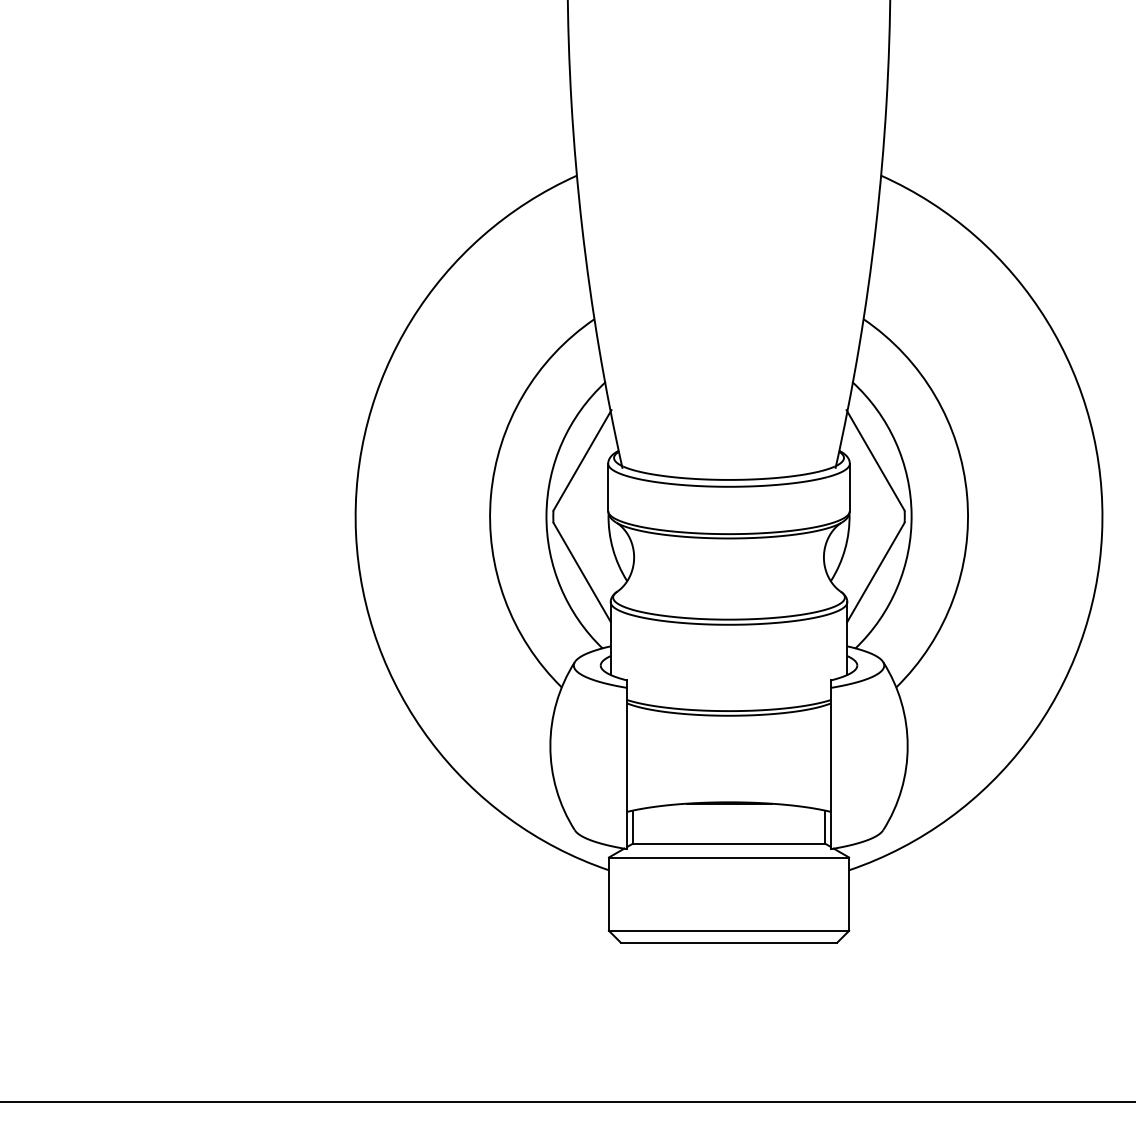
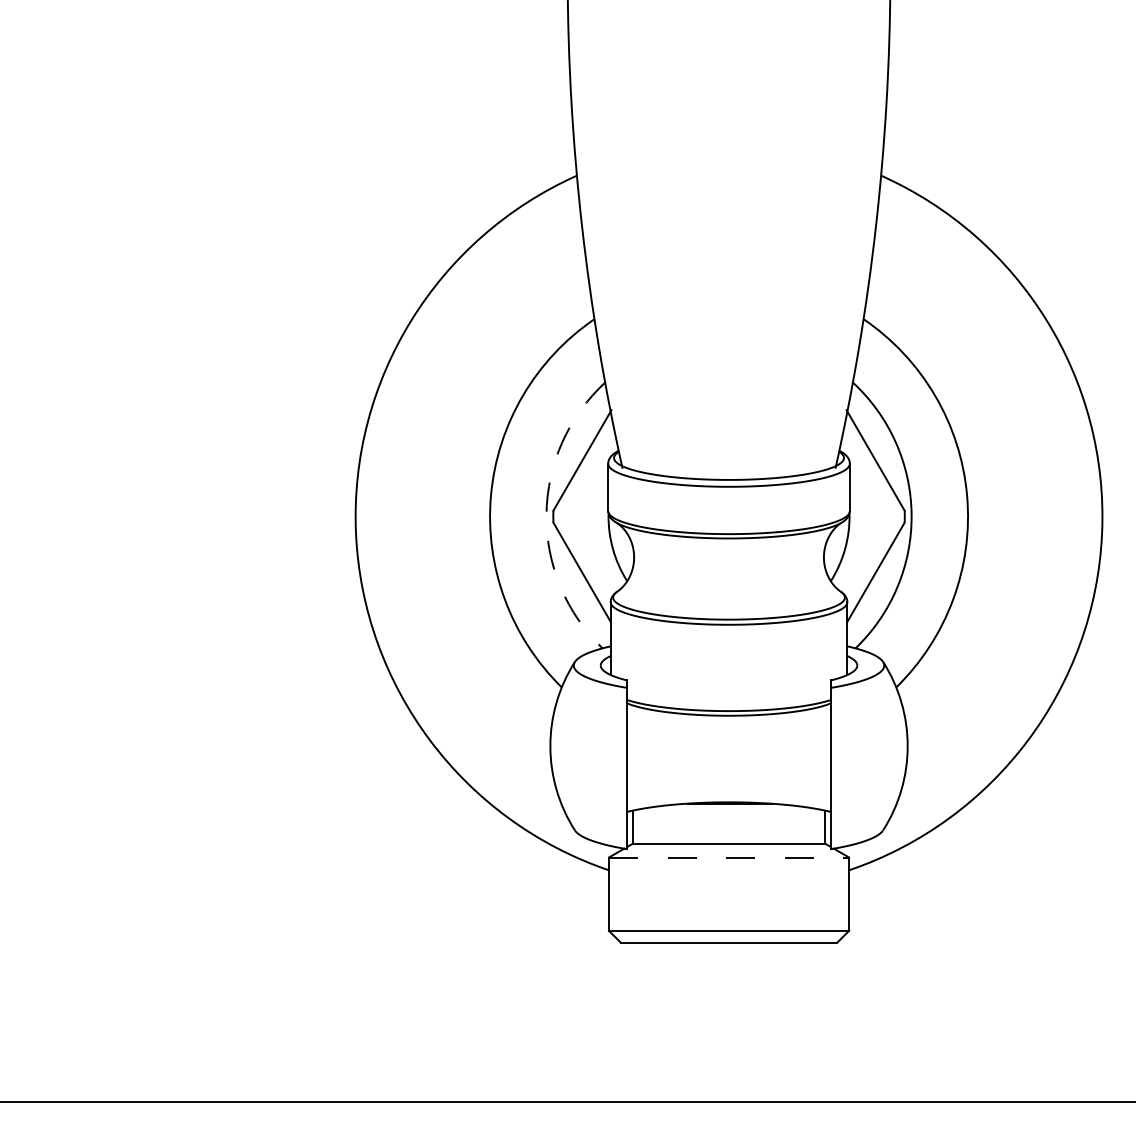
arc at (546, 514): solid -> dashed
line at (729, 857): solid -> dashed
